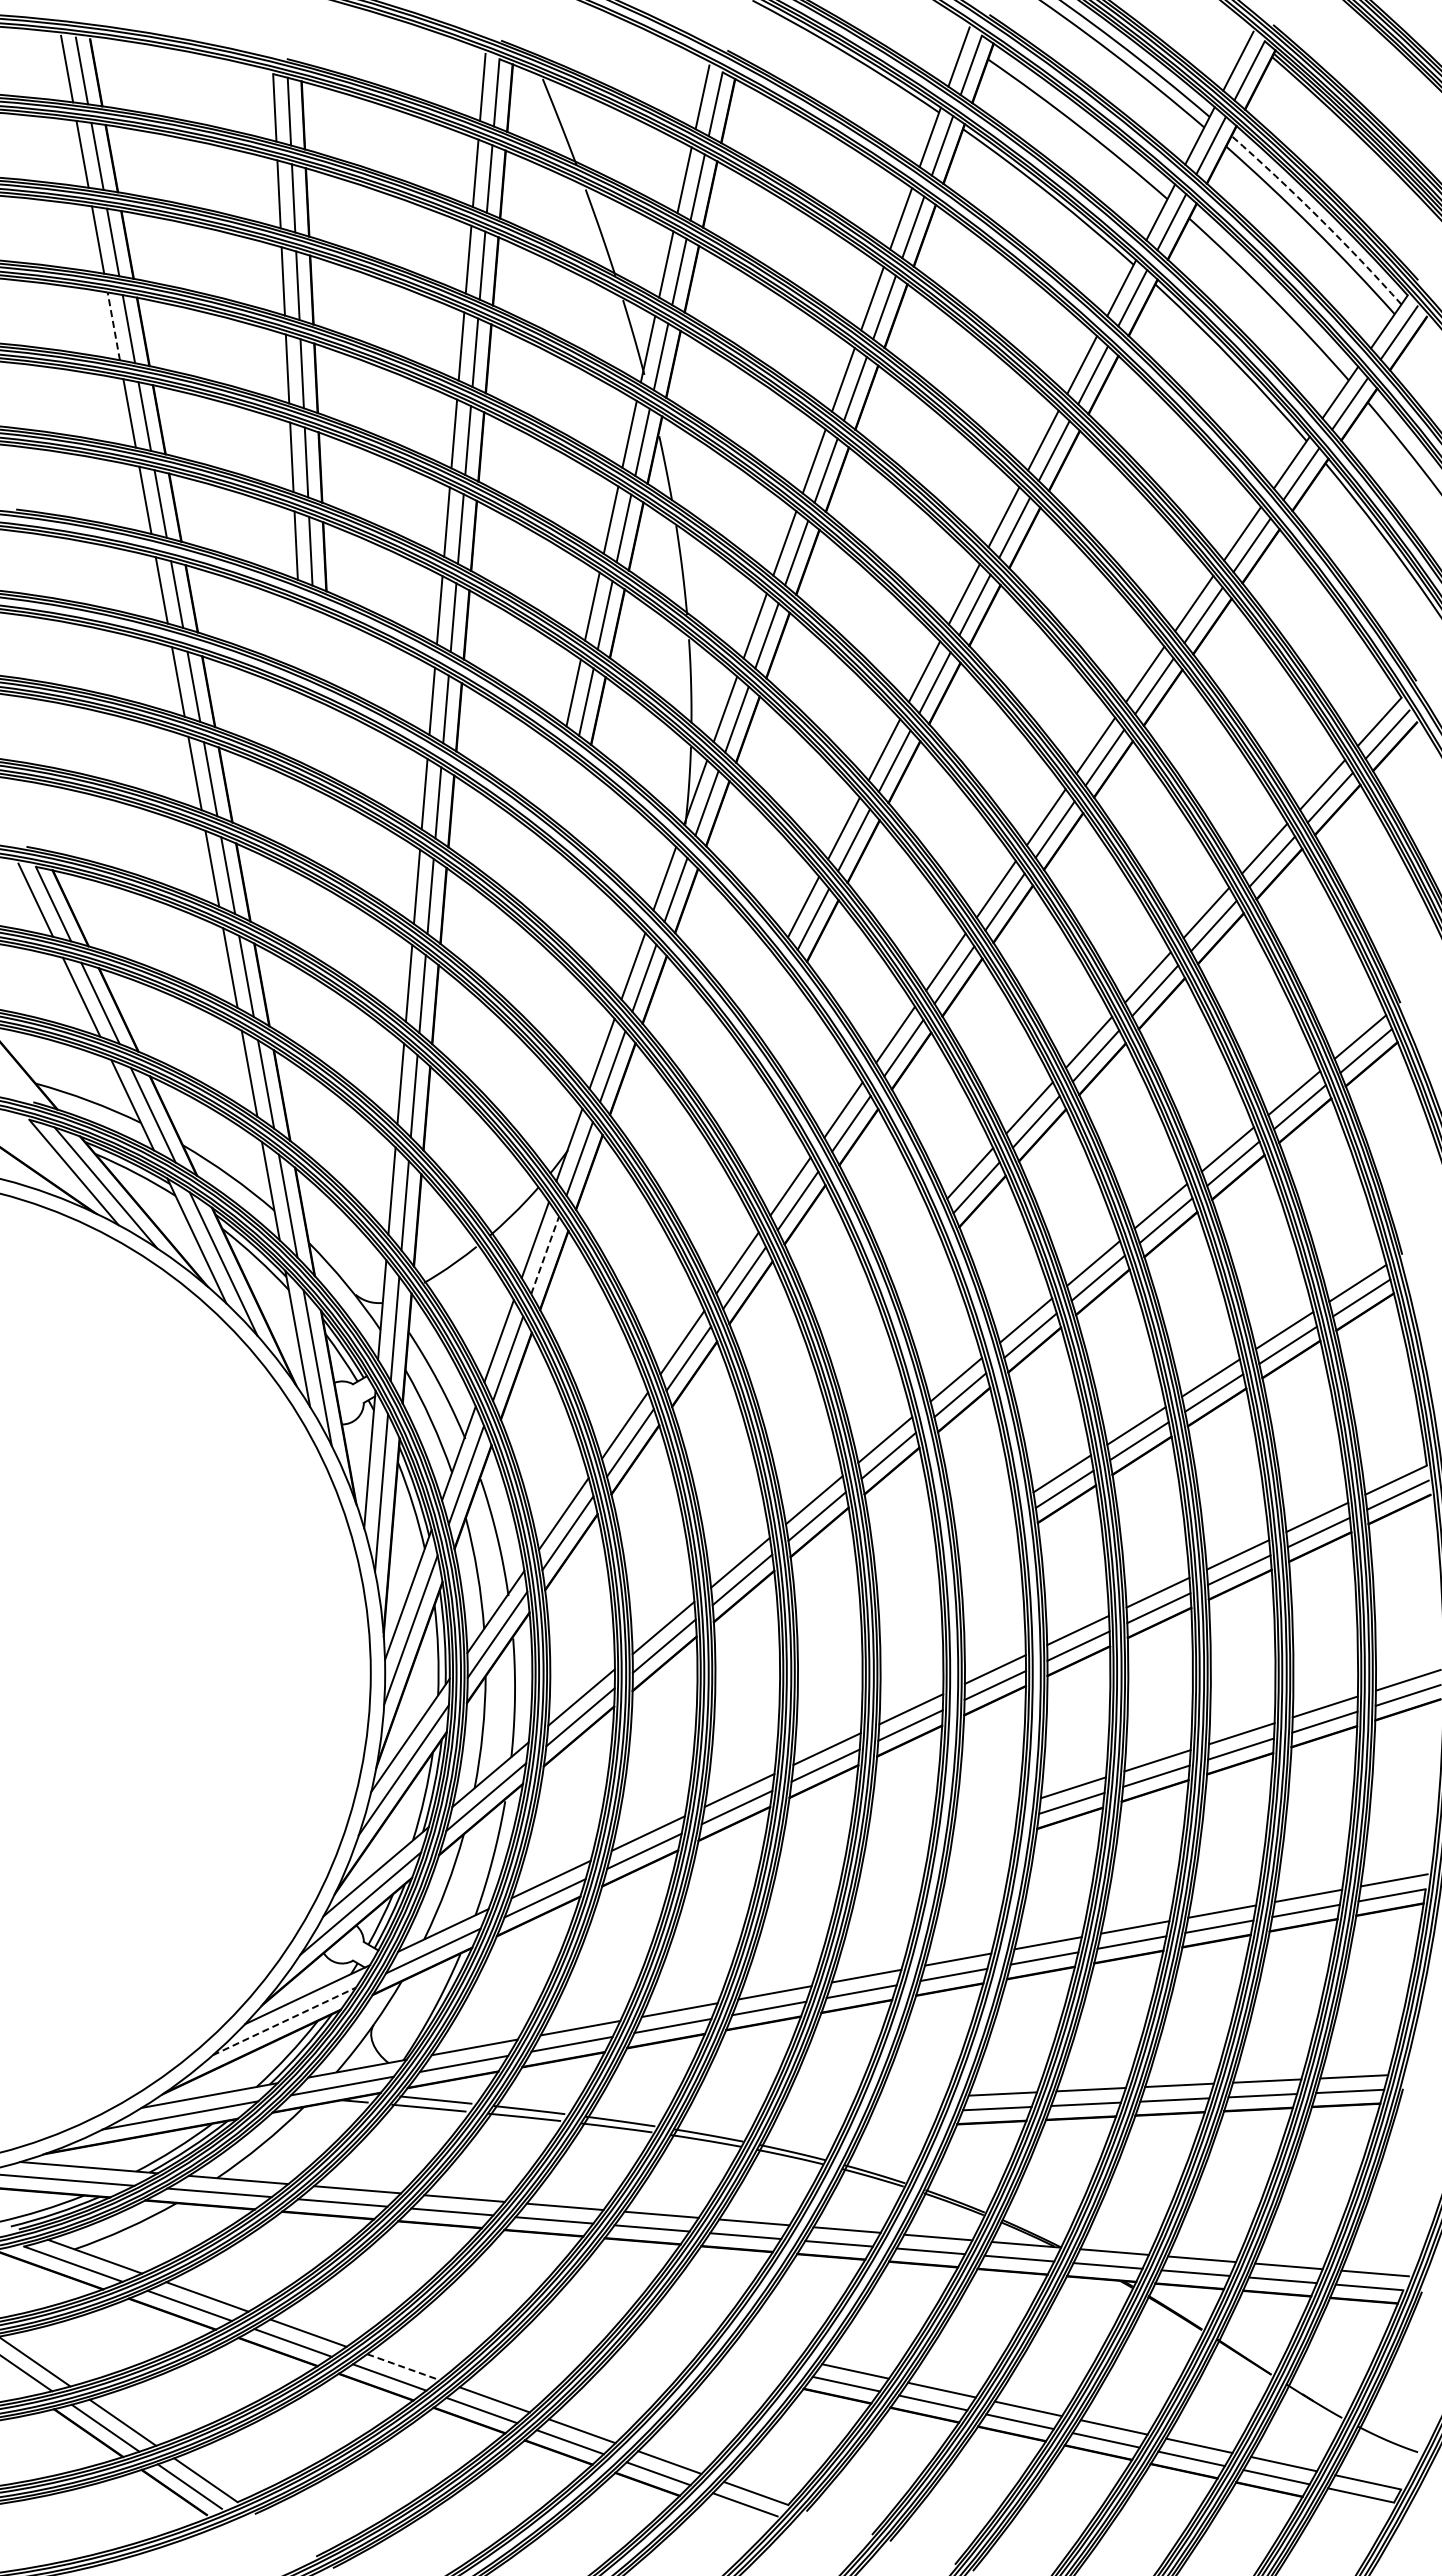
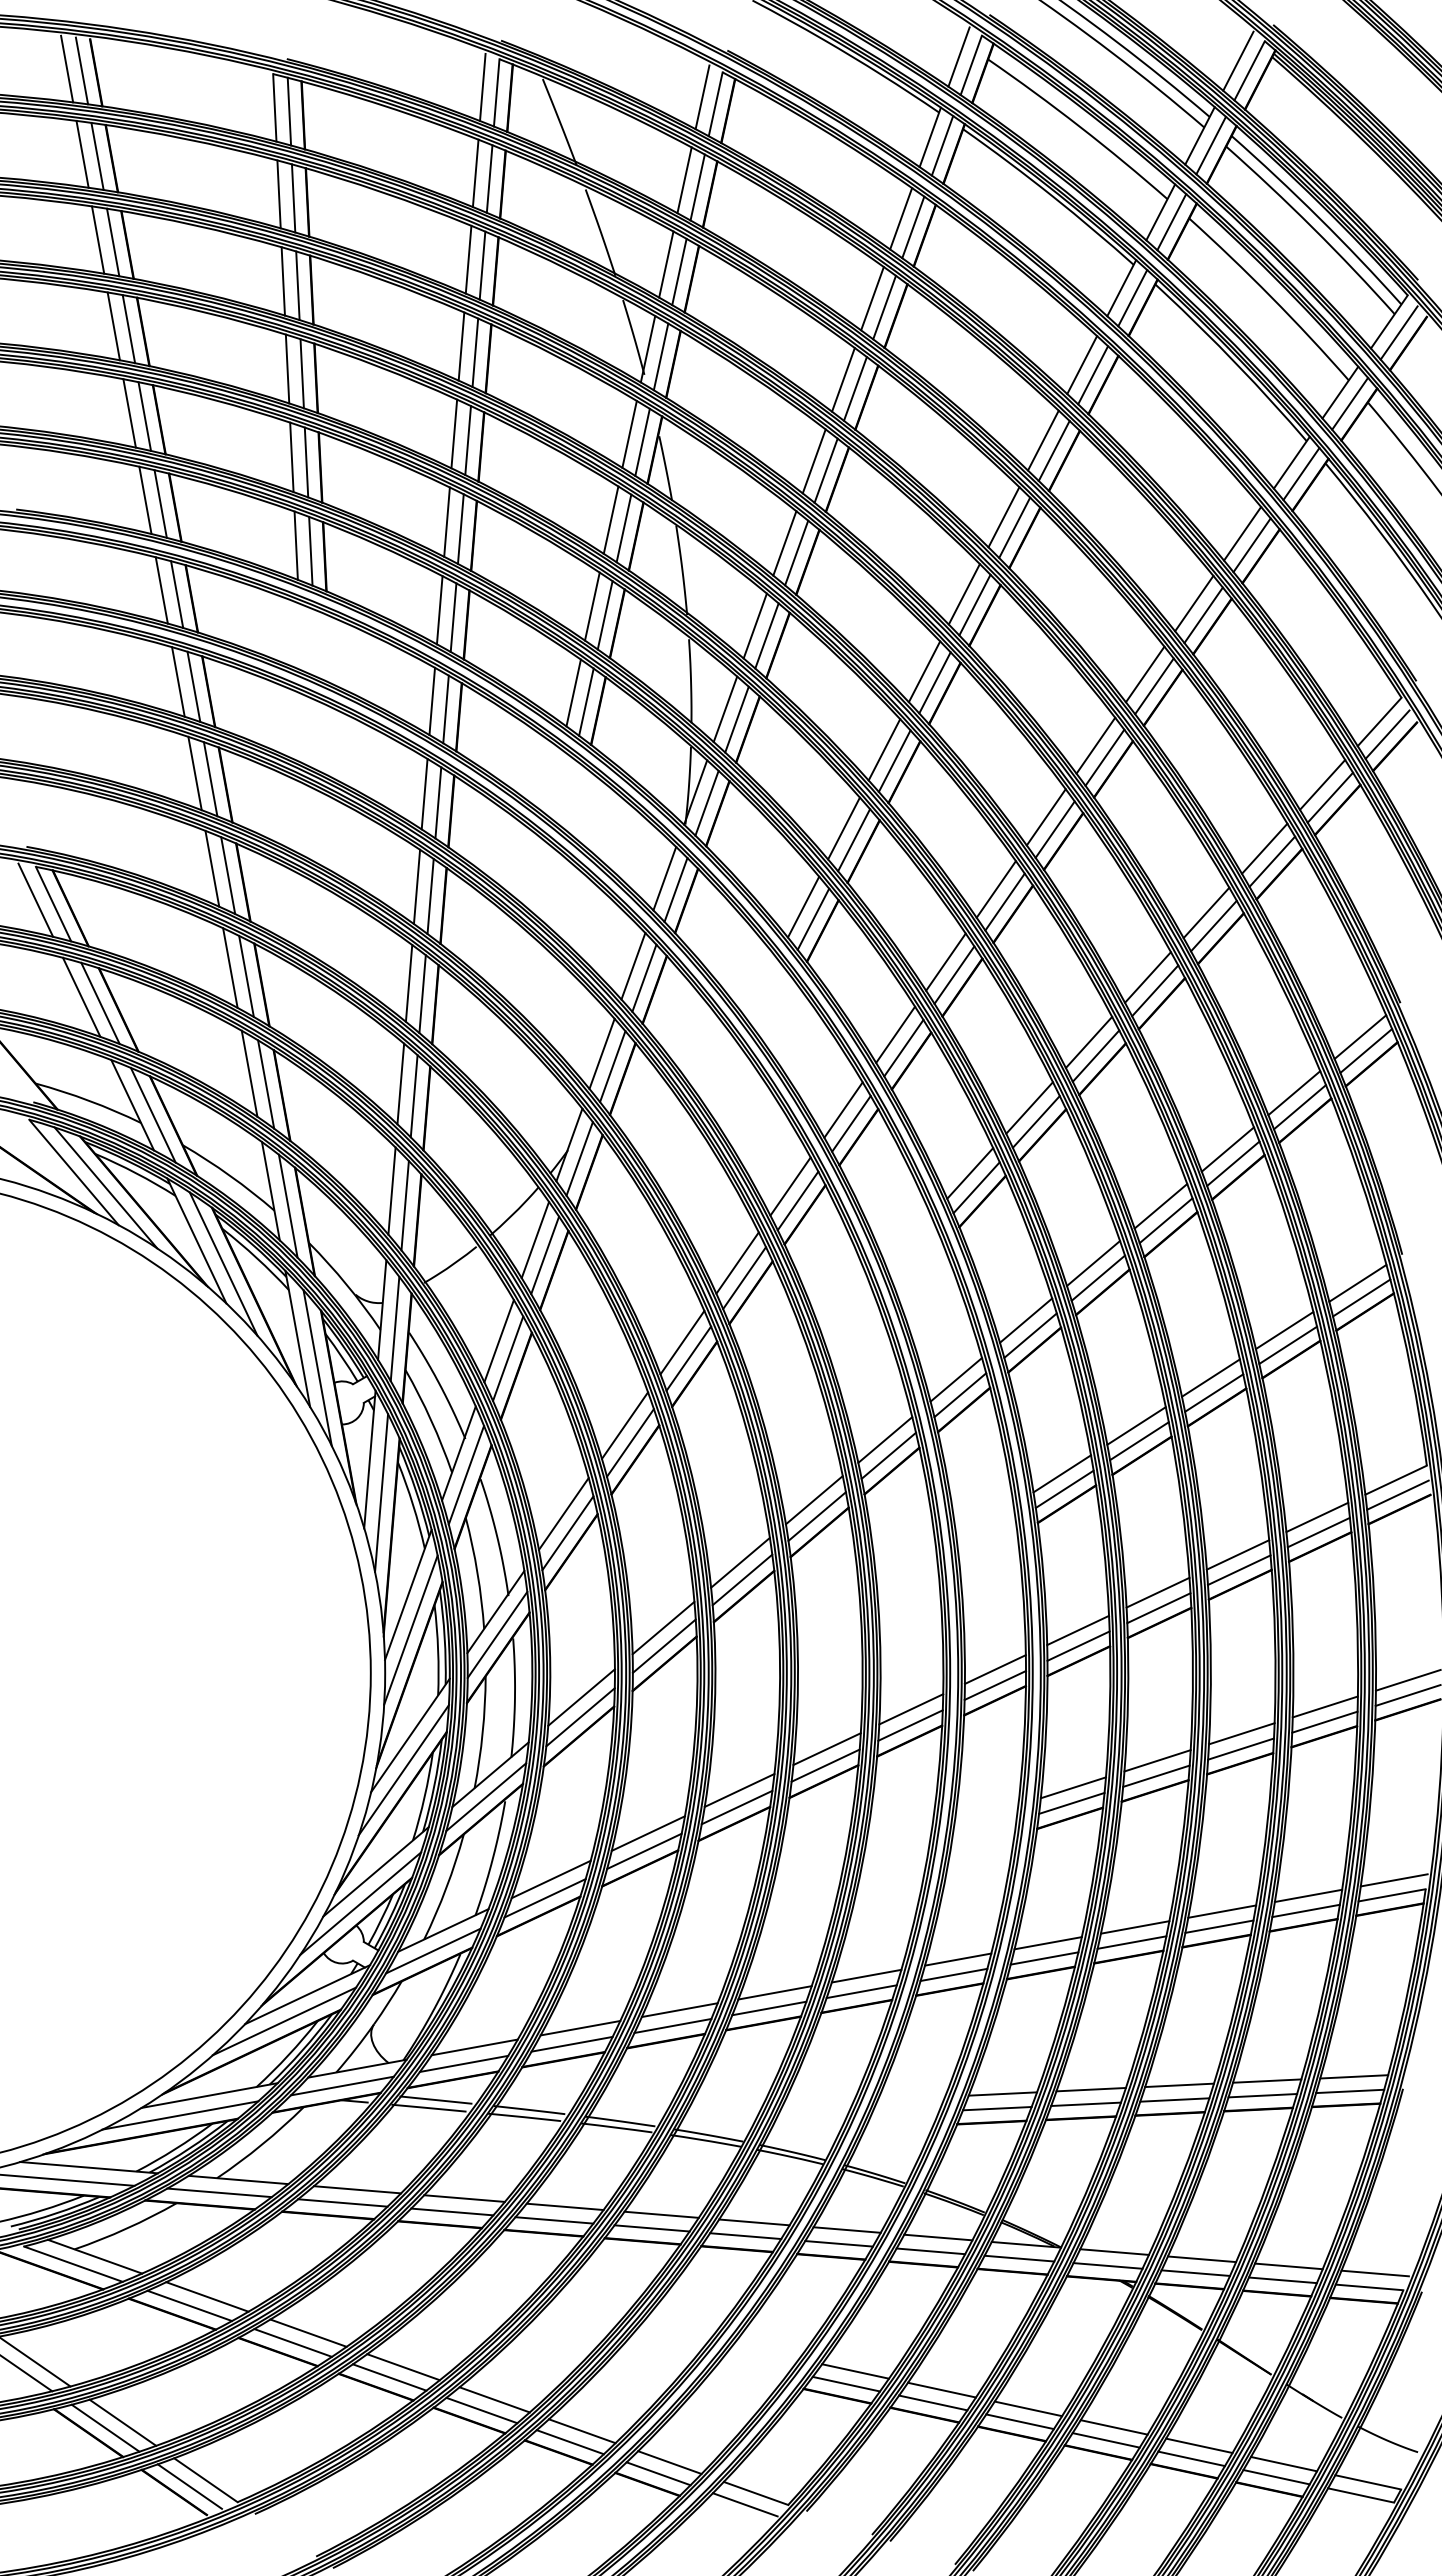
arc at (1319, 217): dashed -> solid
line at (113, 325): dashed -> solid
line at (545, 1254): dashed -> solid
line at (284, 2021): dashed -> solid
line at (403, 2367): dashed -> solid
